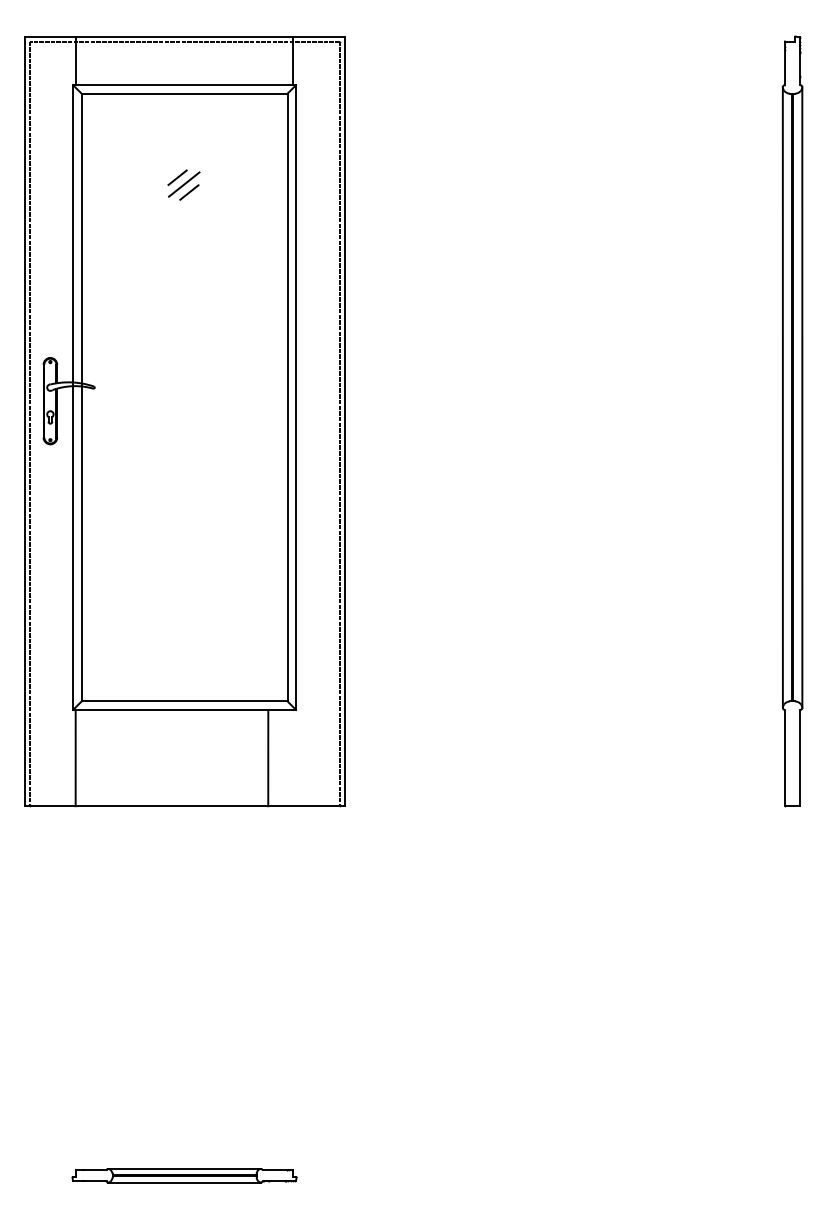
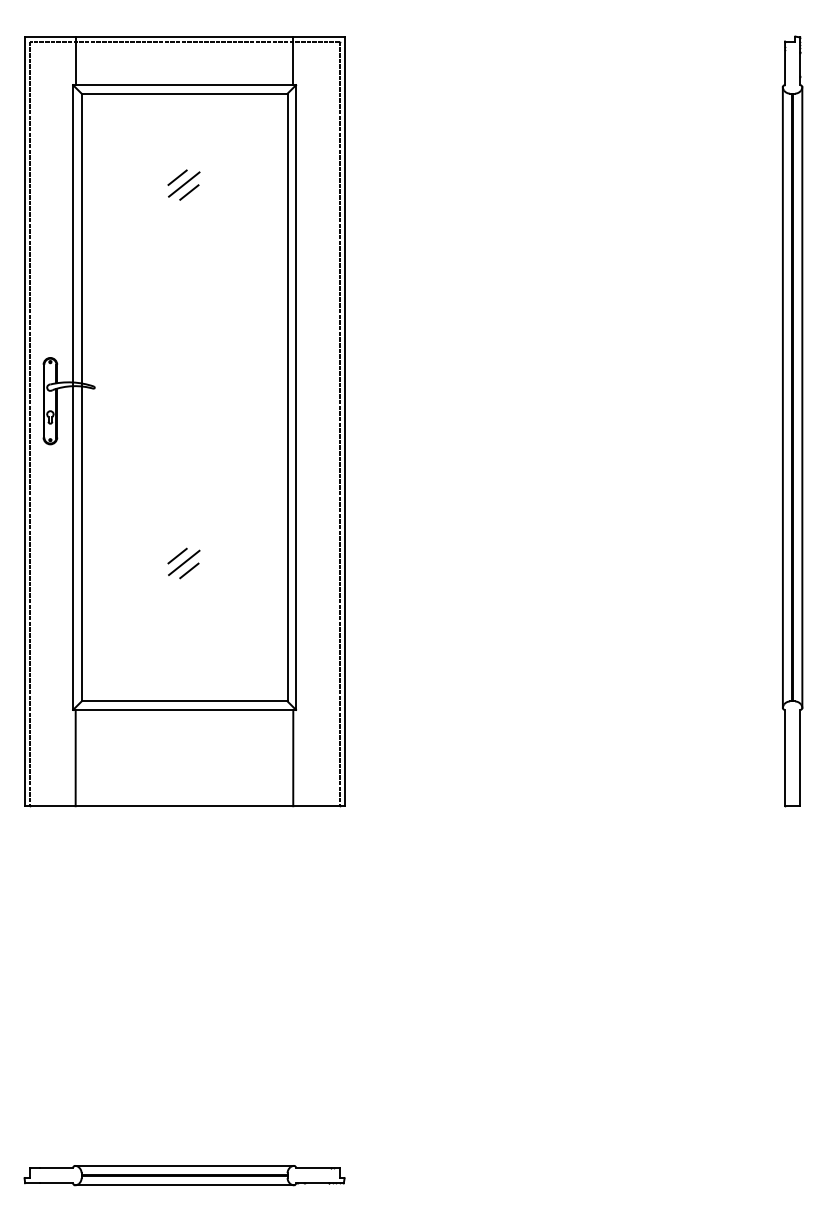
part at (183, 563): none -> present
line at (268, 757) position: (268, 757) -> (293, 757)
part at (184, 1175) size: 227x16 px -> 323x22 px
